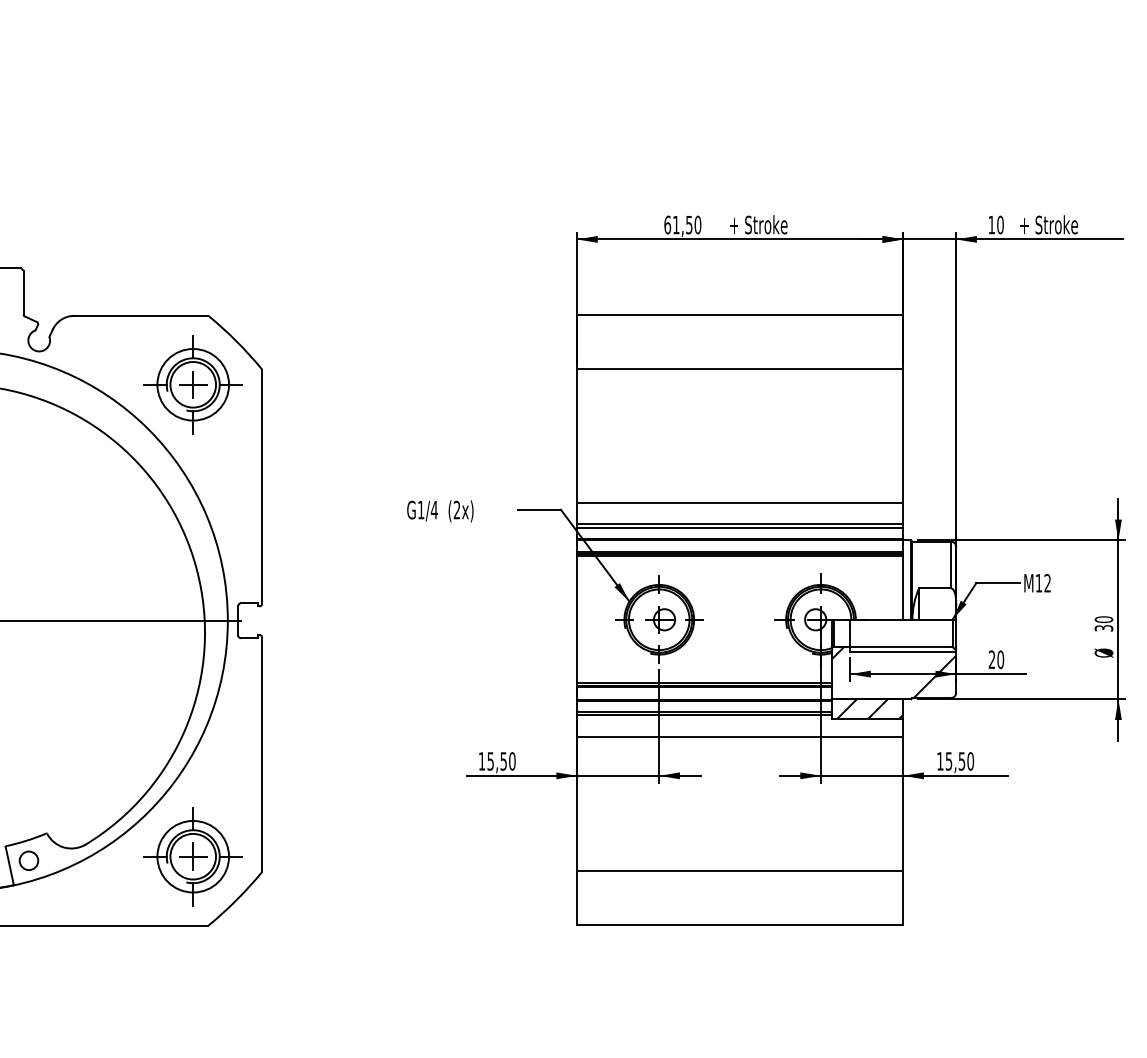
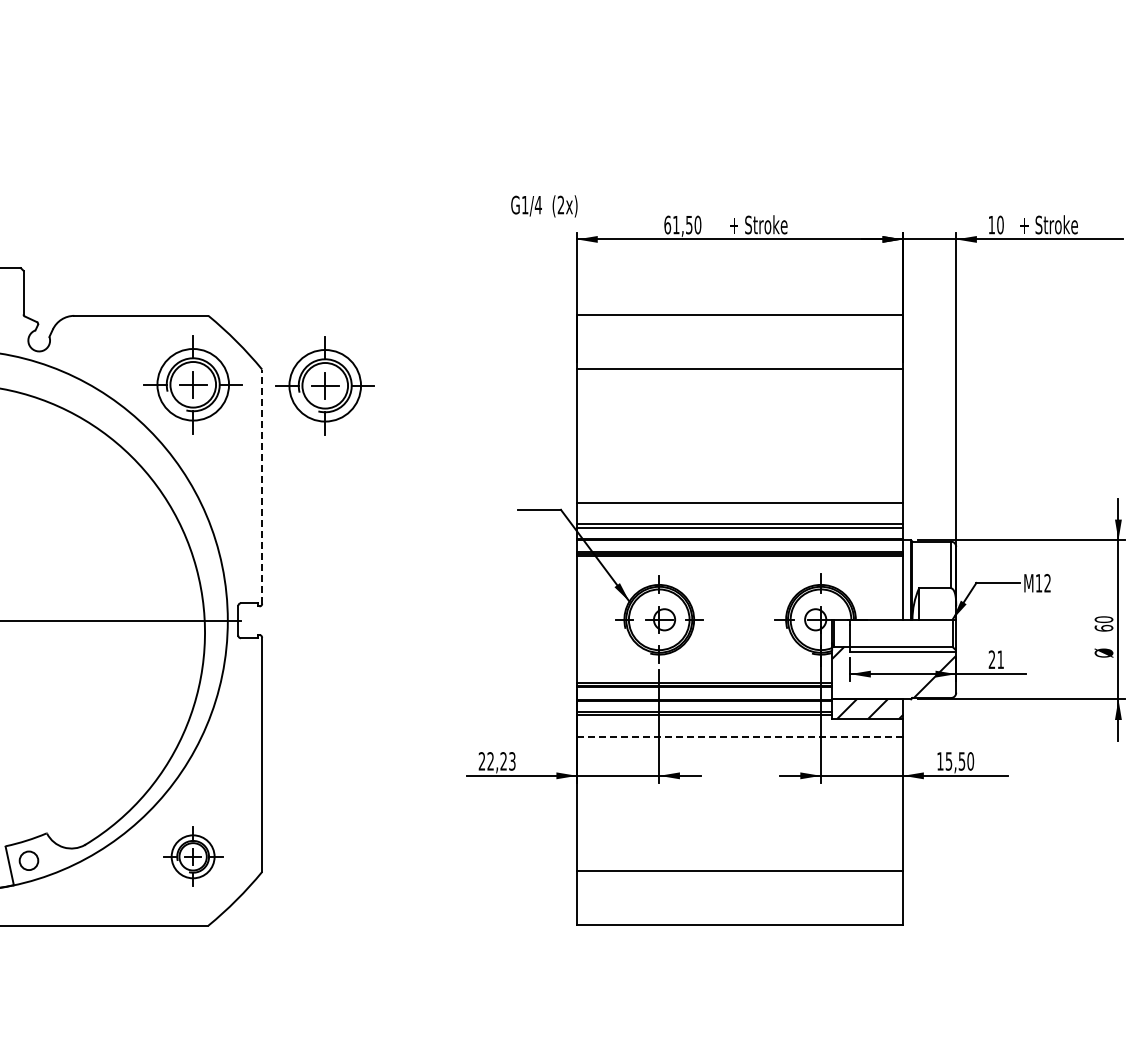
part at (324, 385): none -> present
line at (262, 486): solid -> dashed
text at (440, 511) position: (440, 511) -> (544, 206)
text at (1103, 627): 30 -> 60
text at (1000, 659): 20 -> 21
line at (739, 736): solid -> dashed
text at (496, 761): 15,50 -> 22,23
part at (192, 856) size: 100x100 px -> 61x61 px
